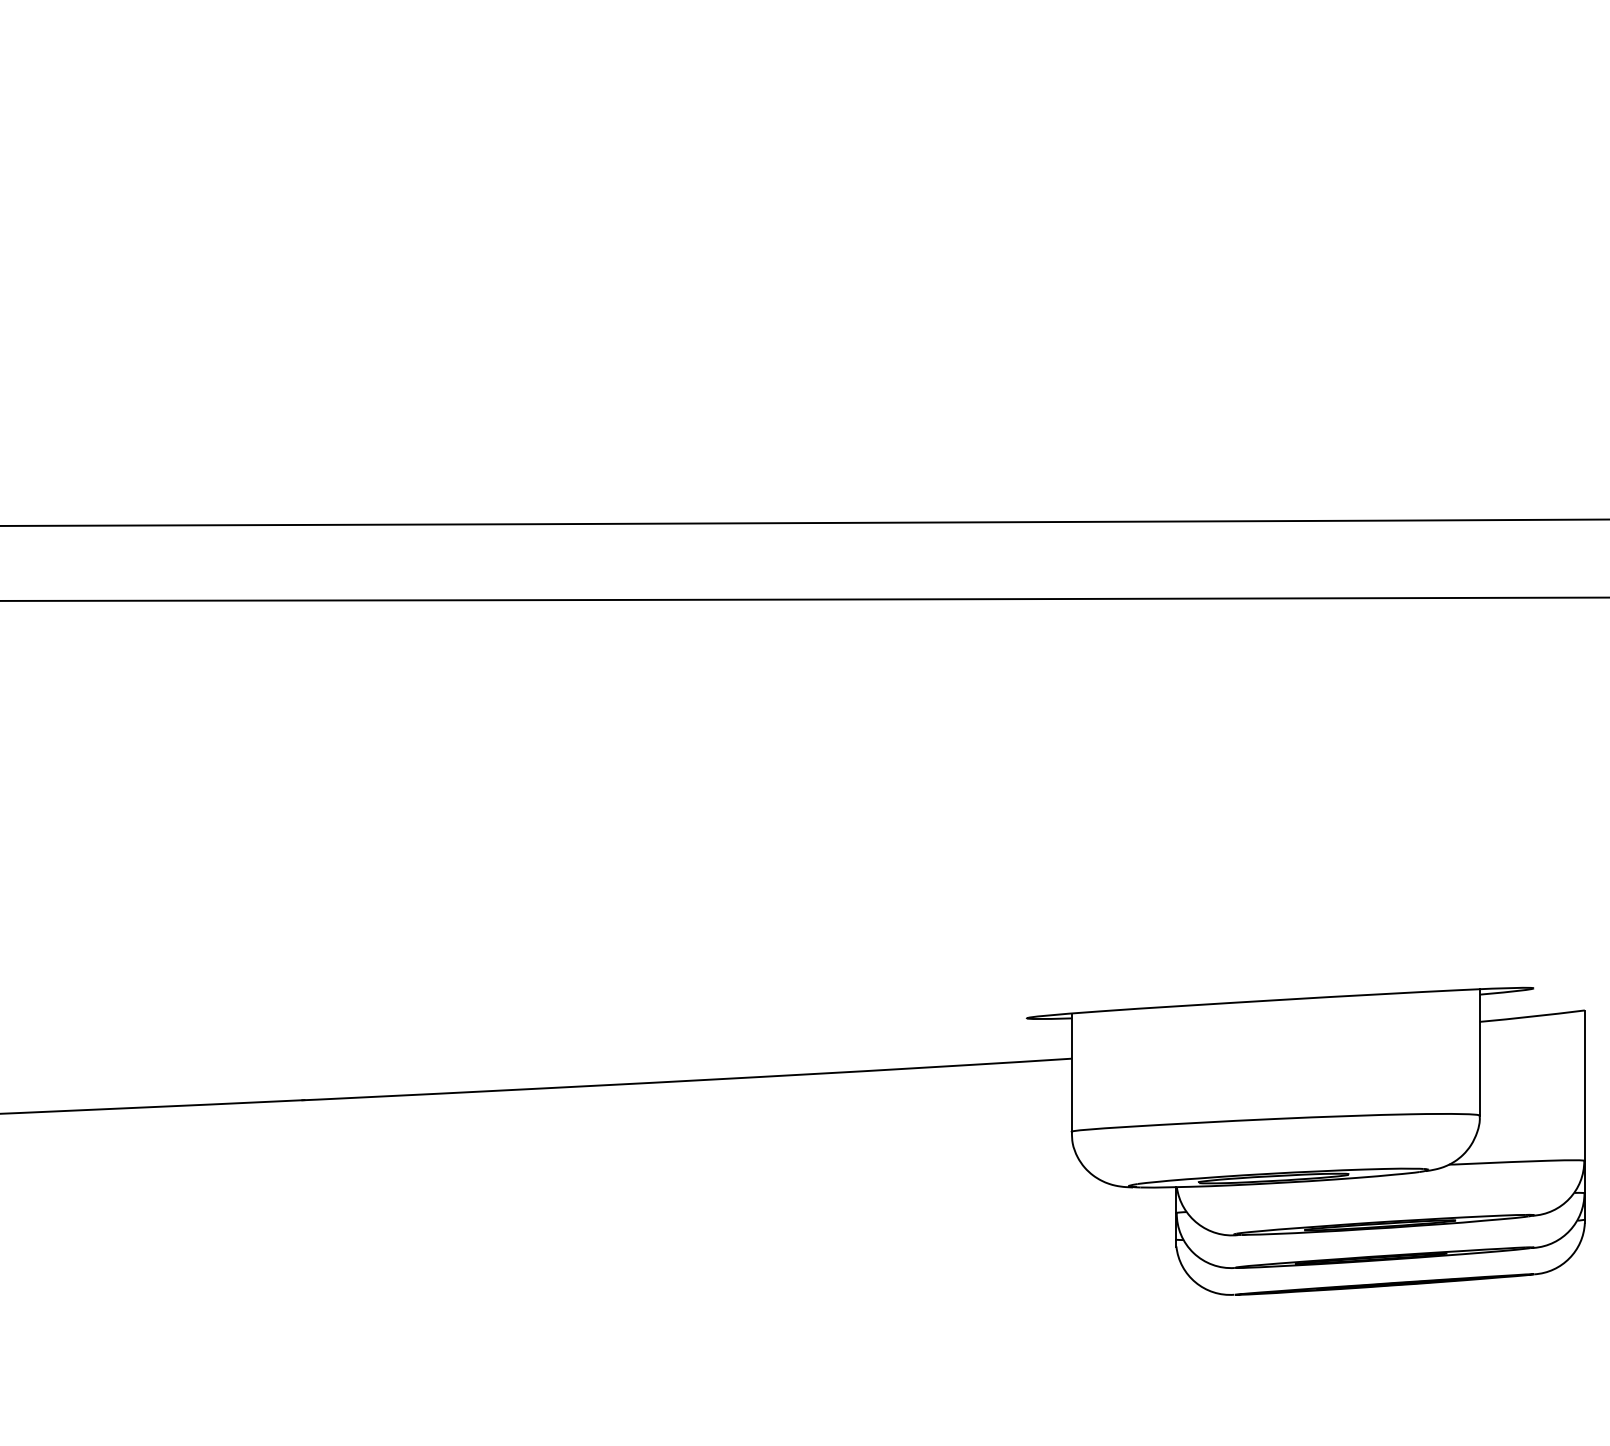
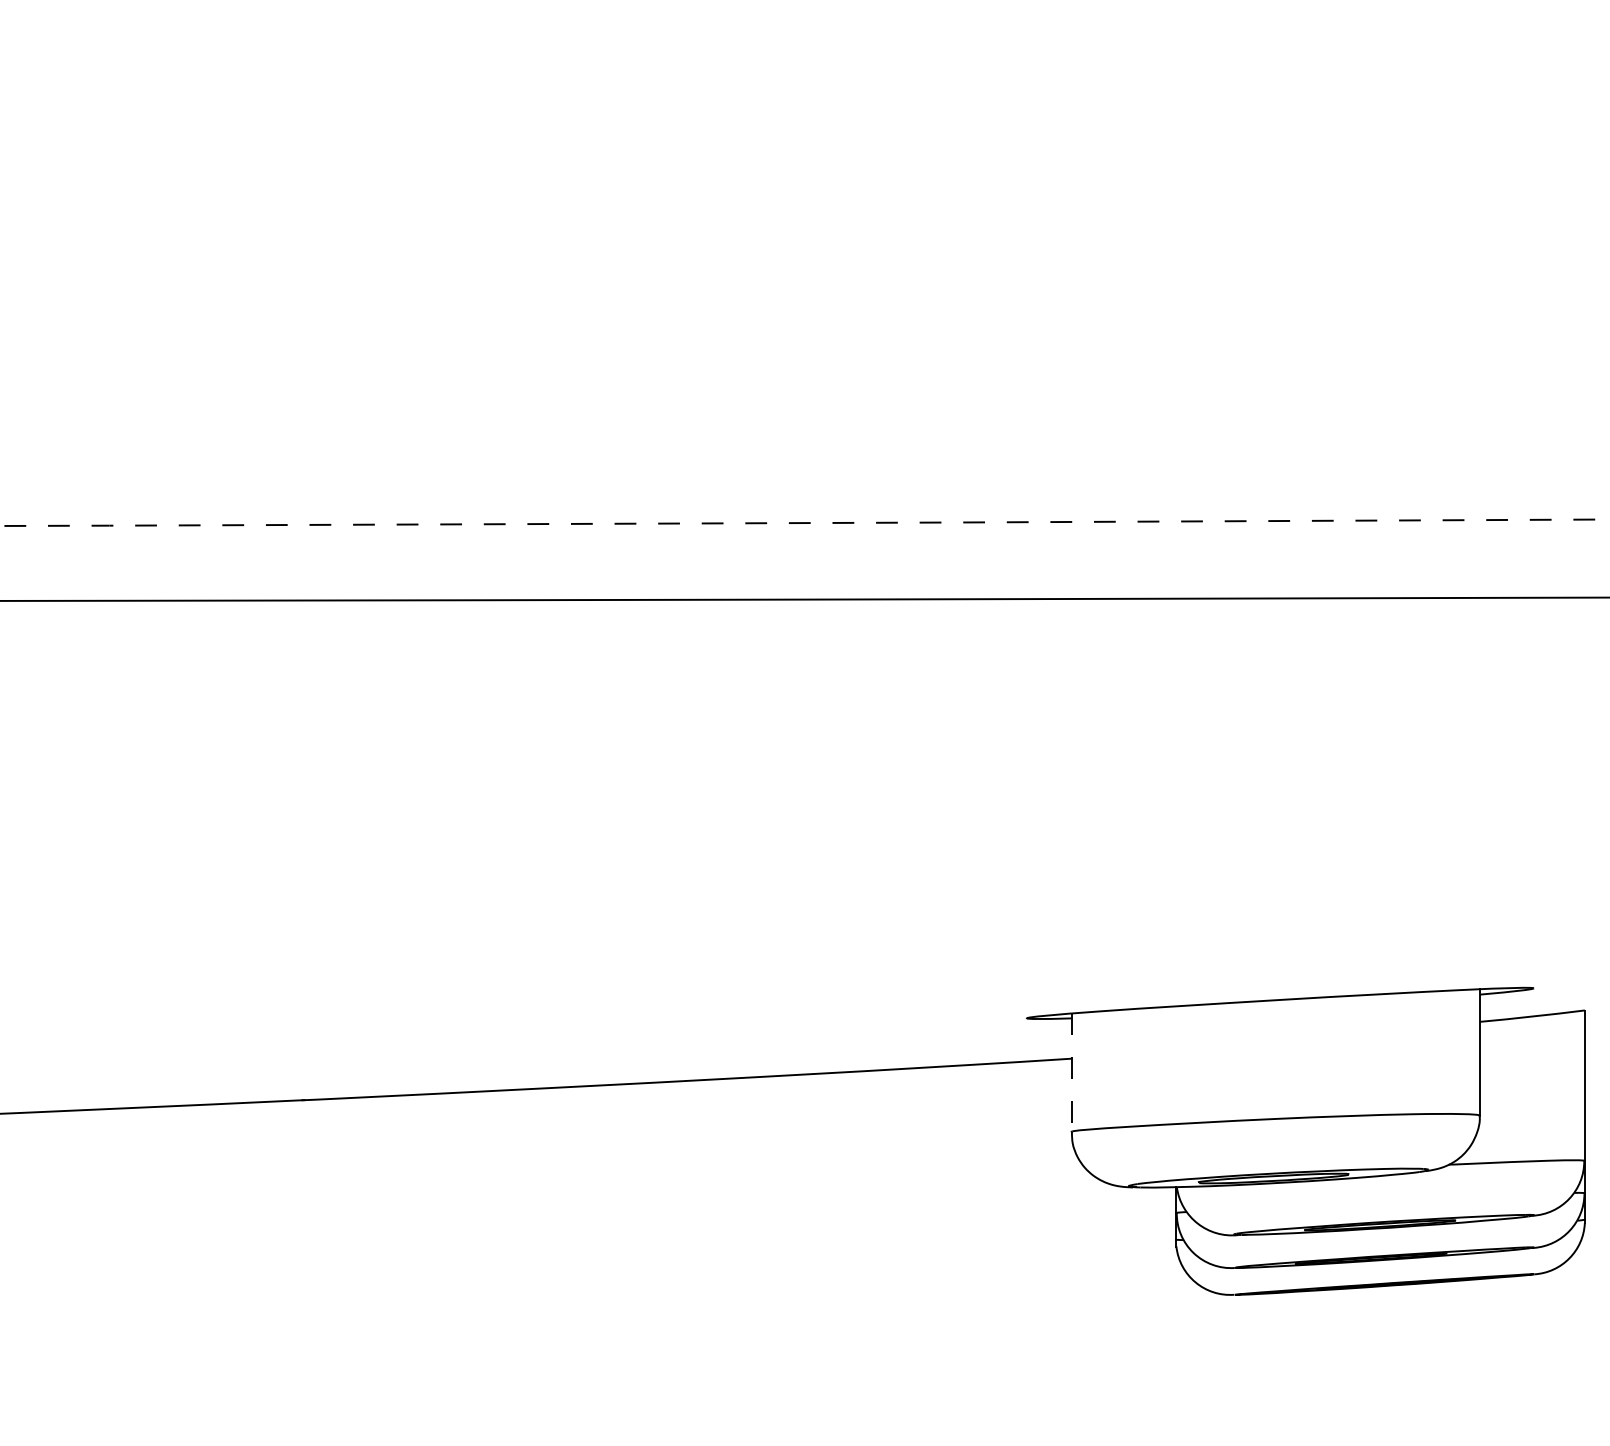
arc at (804, 523): solid -> dashed
line at (1071, 1073): solid -> dashed
